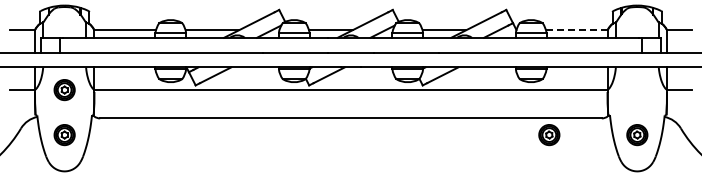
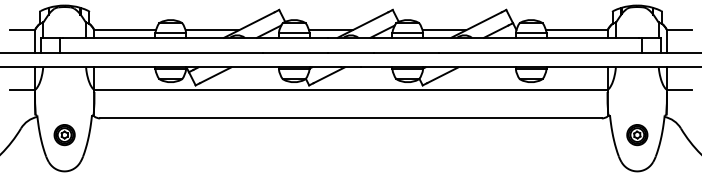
line at (576, 30): dashed -> solid
part at (64, 90): present -> none
part at (549, 135): present -> none
